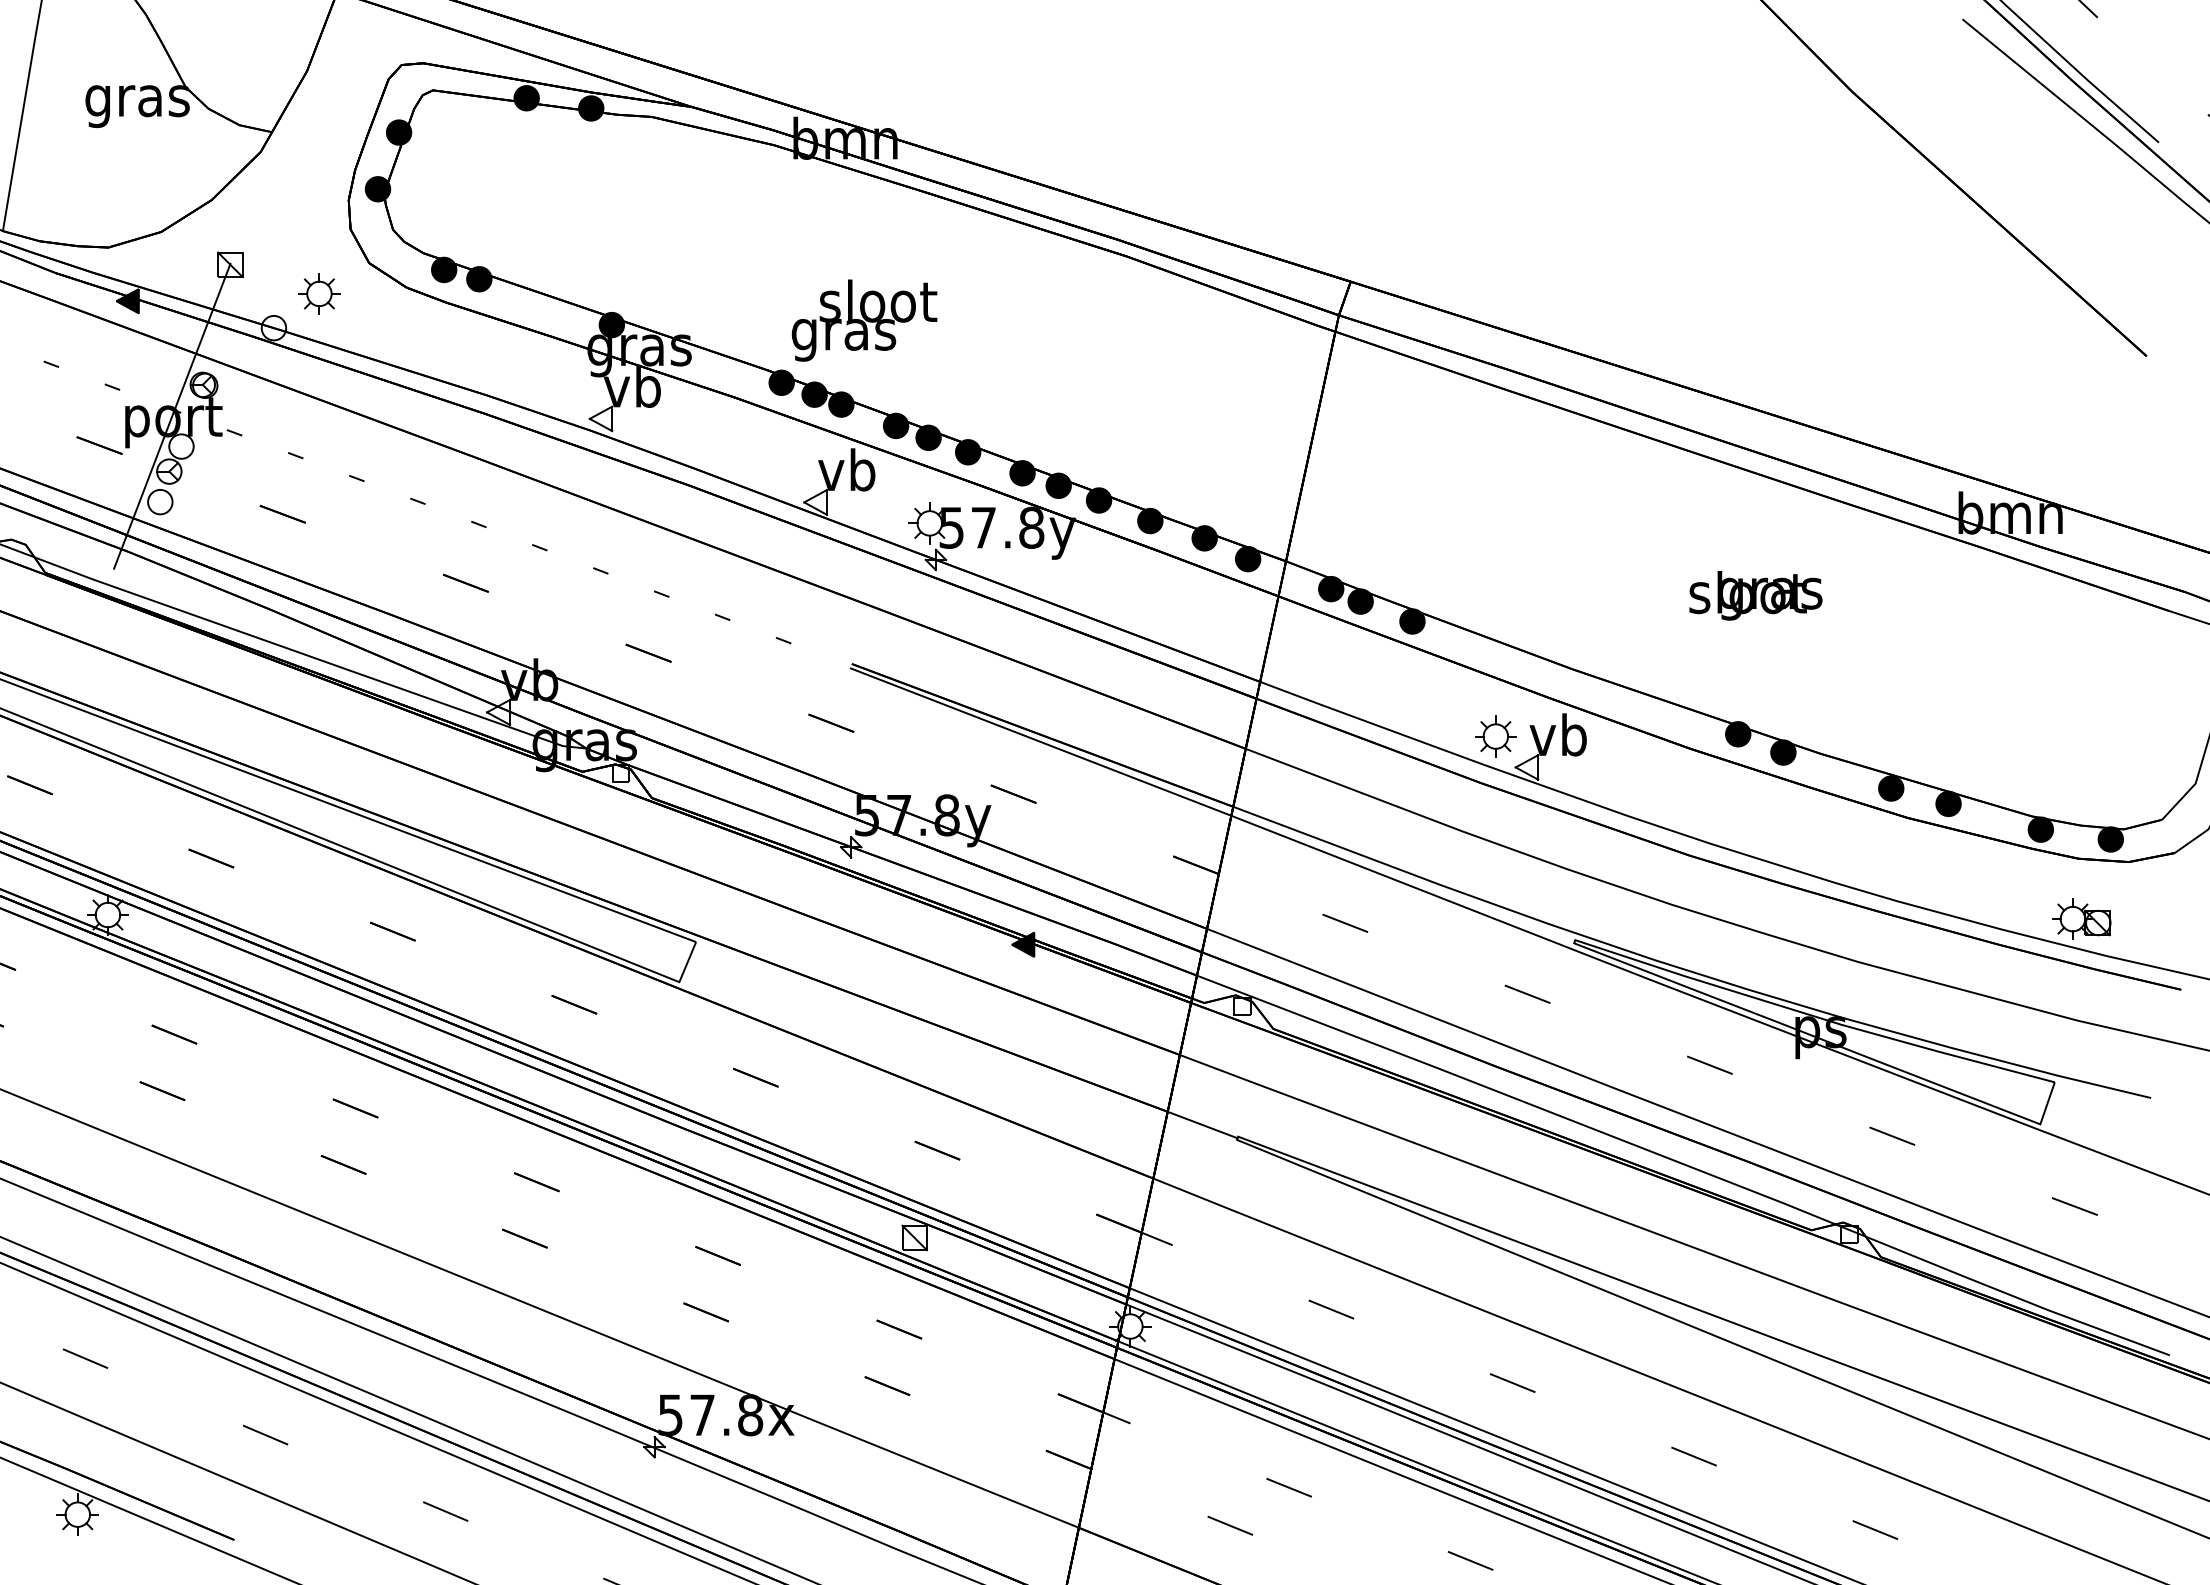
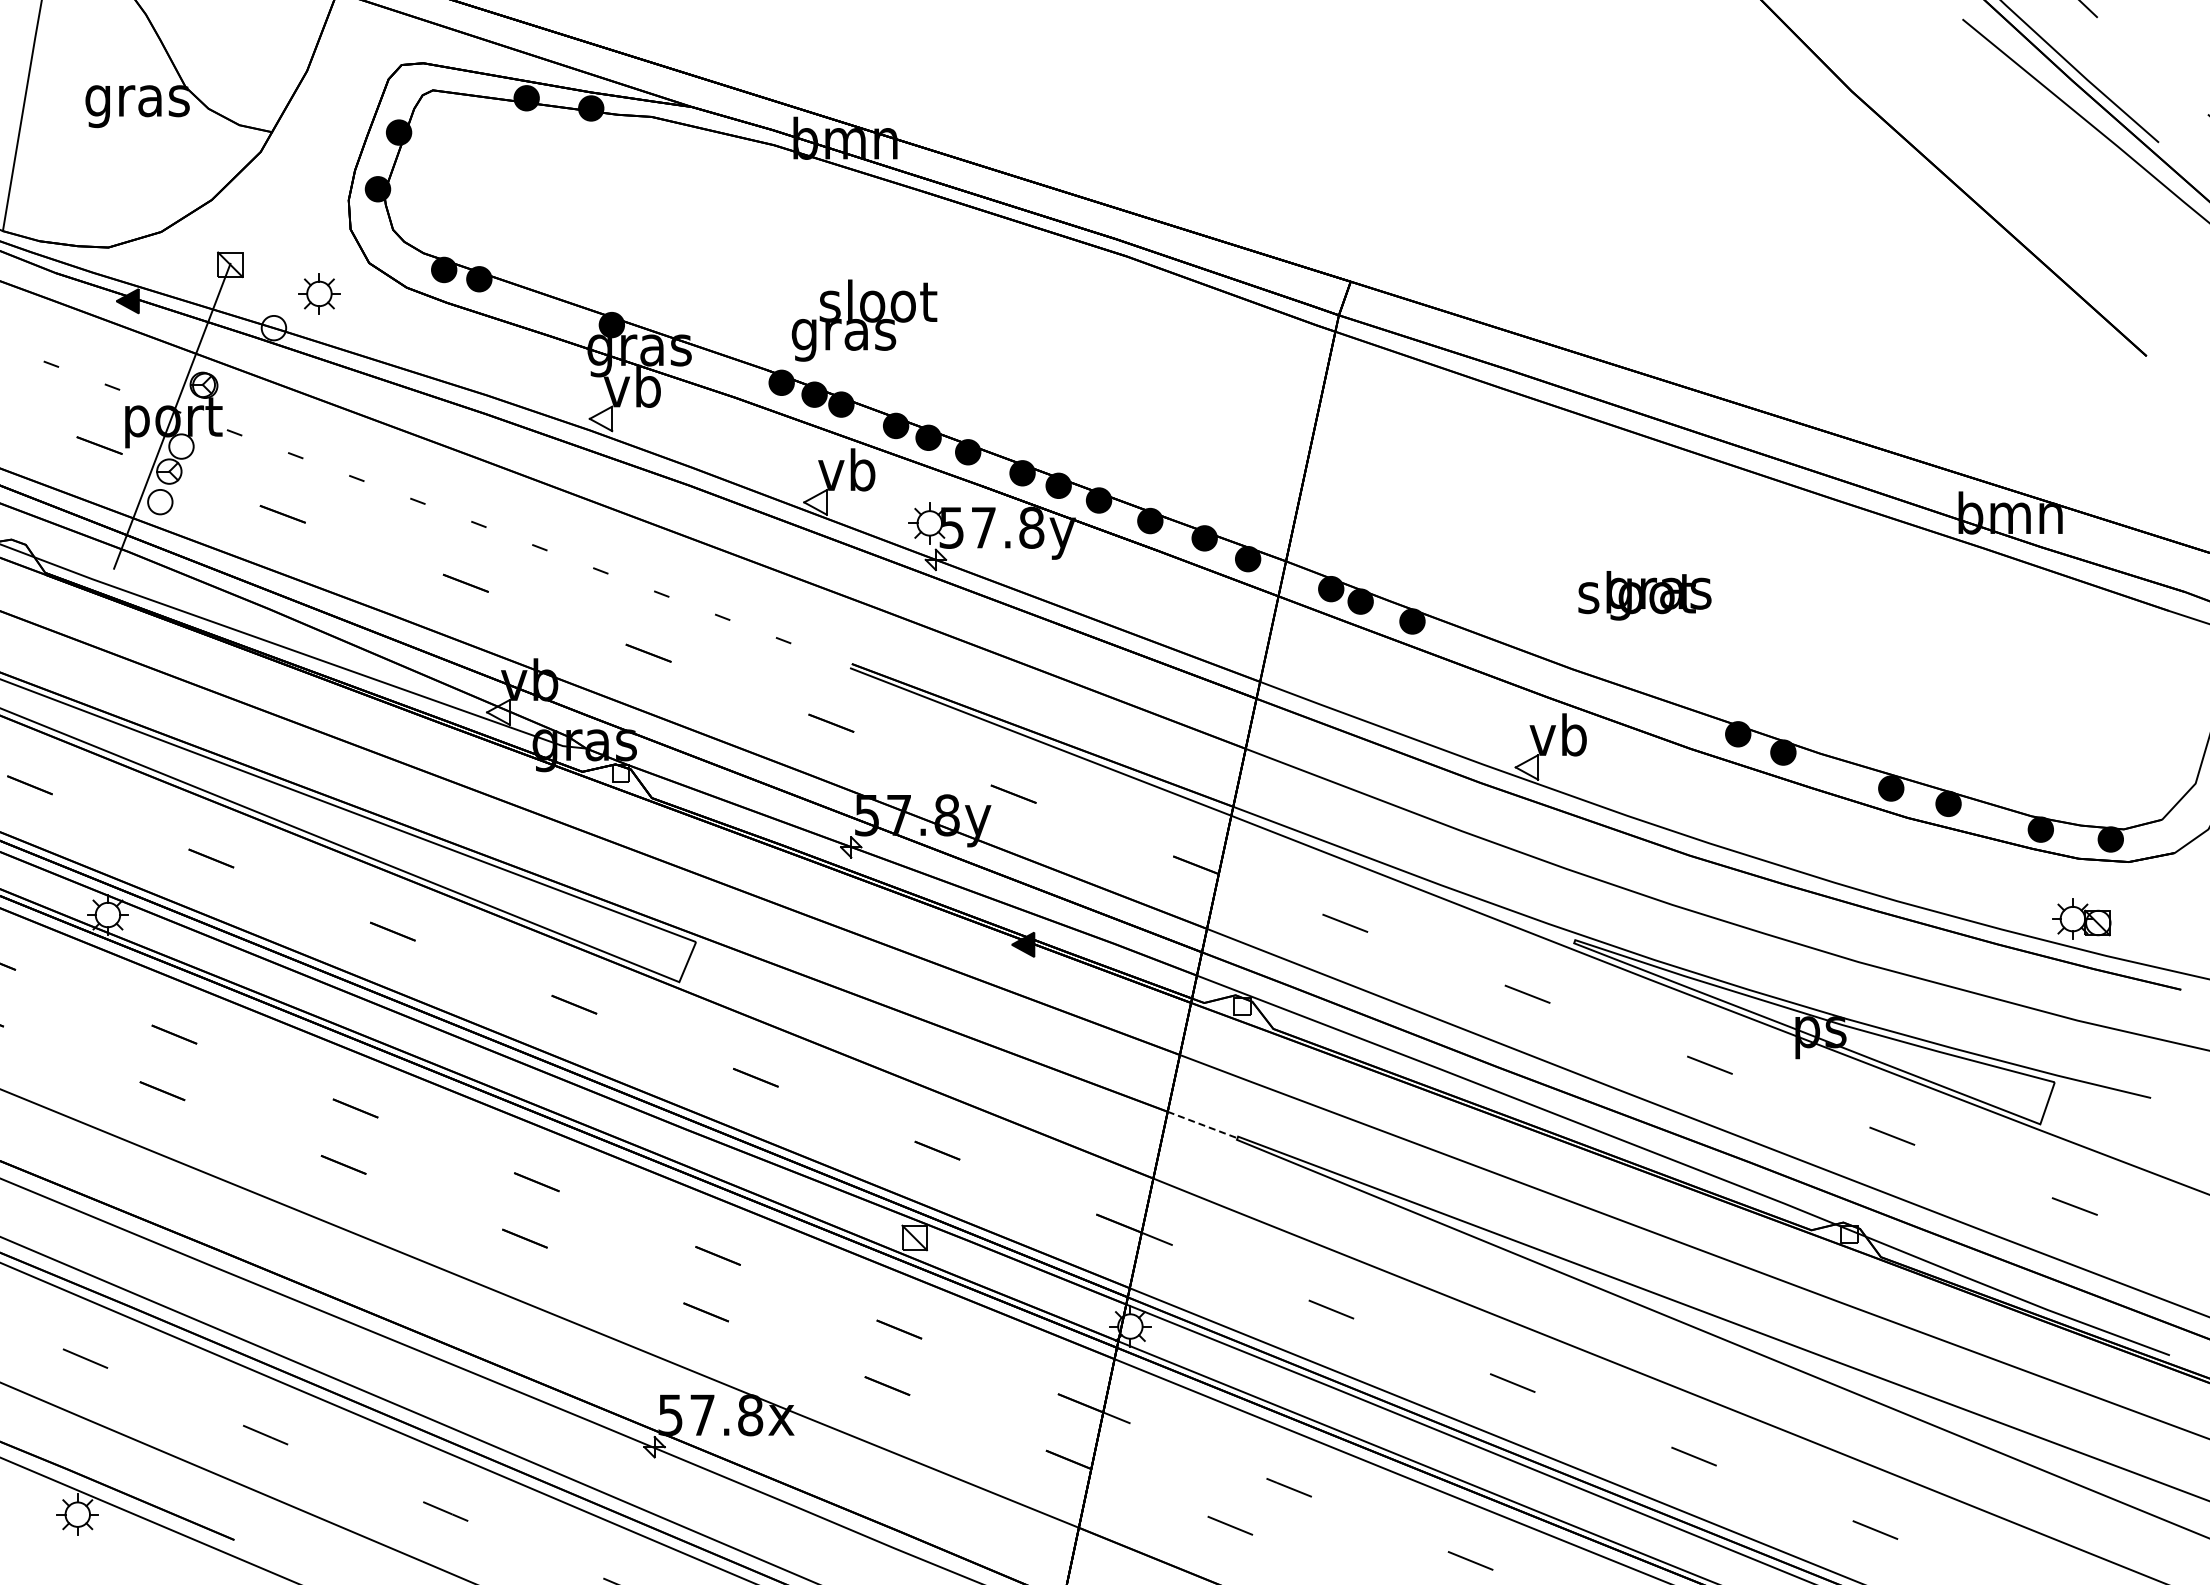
text at (1755, 595) position: (1755, 595) -> (1644, 595)
part at (1495, 736): present -> none
line at (1203, 1125): solid -> dashed
